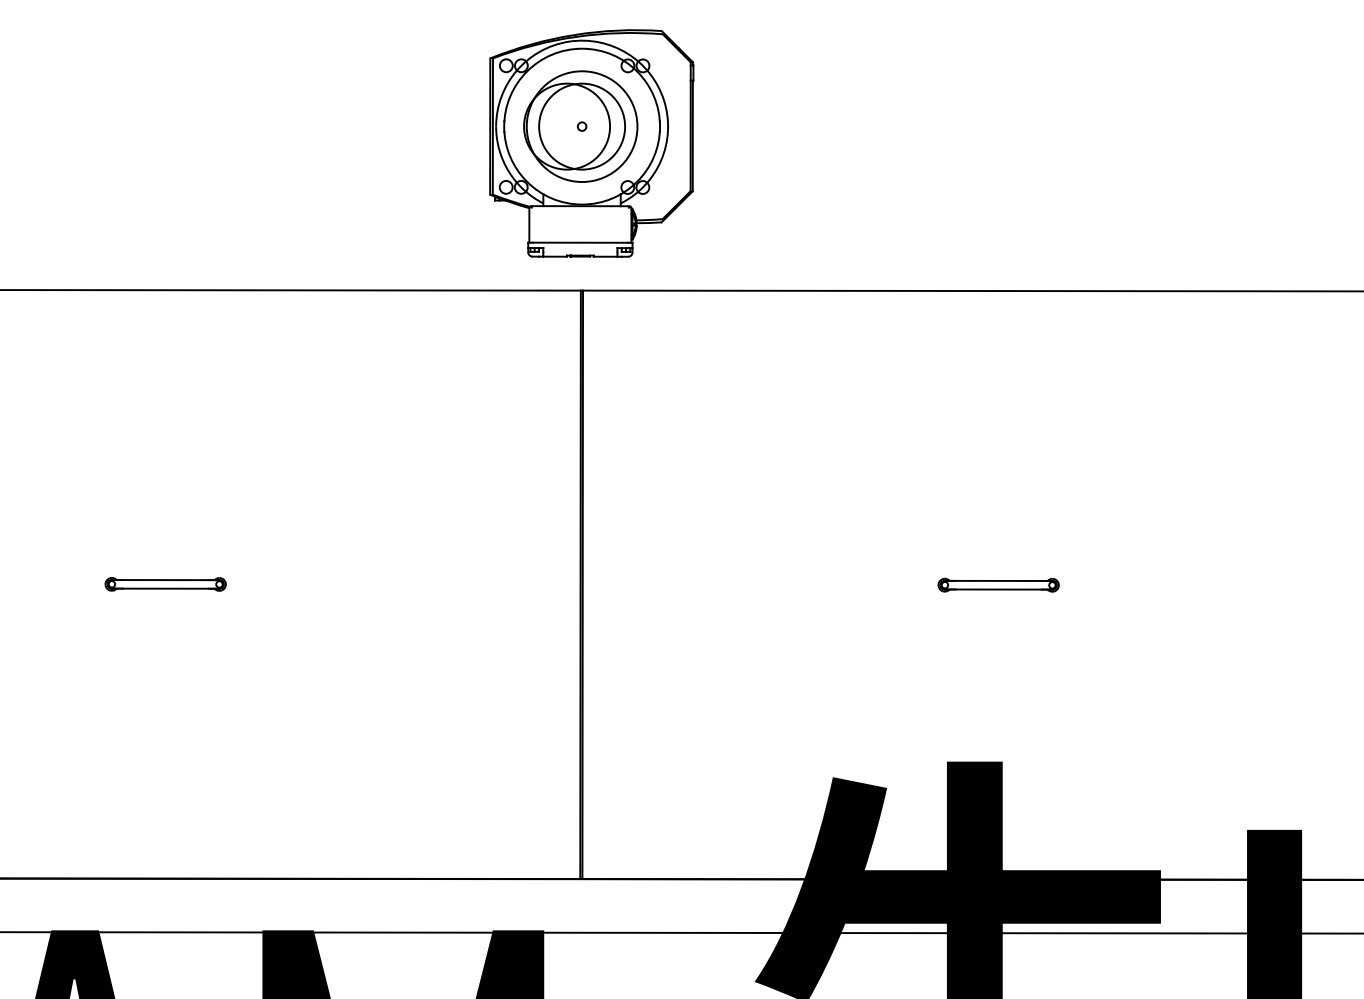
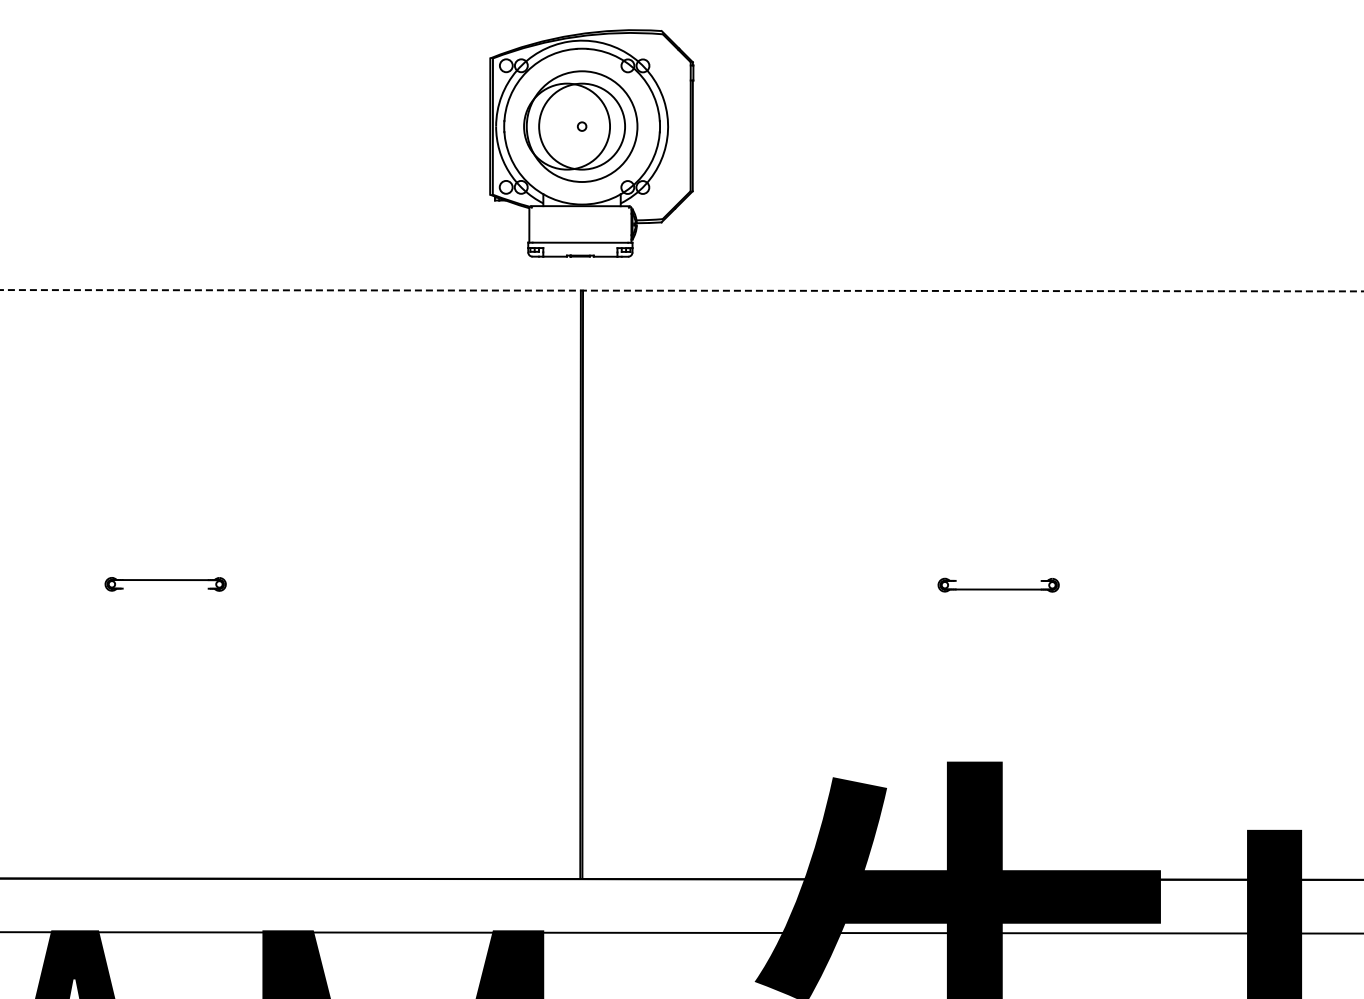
line at (682, 290): solid -> dashed
line at (998, 580): present -> none
line at (165, 588): present -> none
